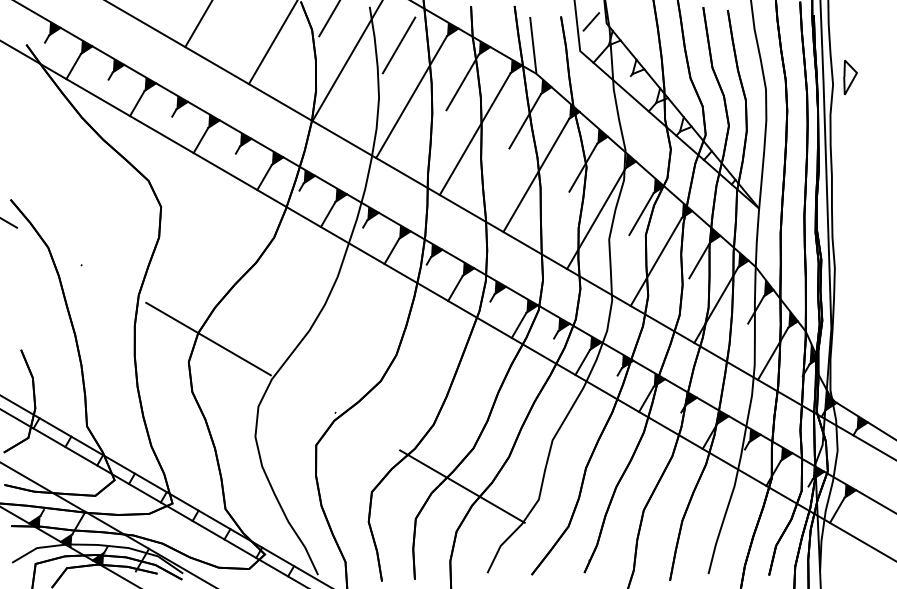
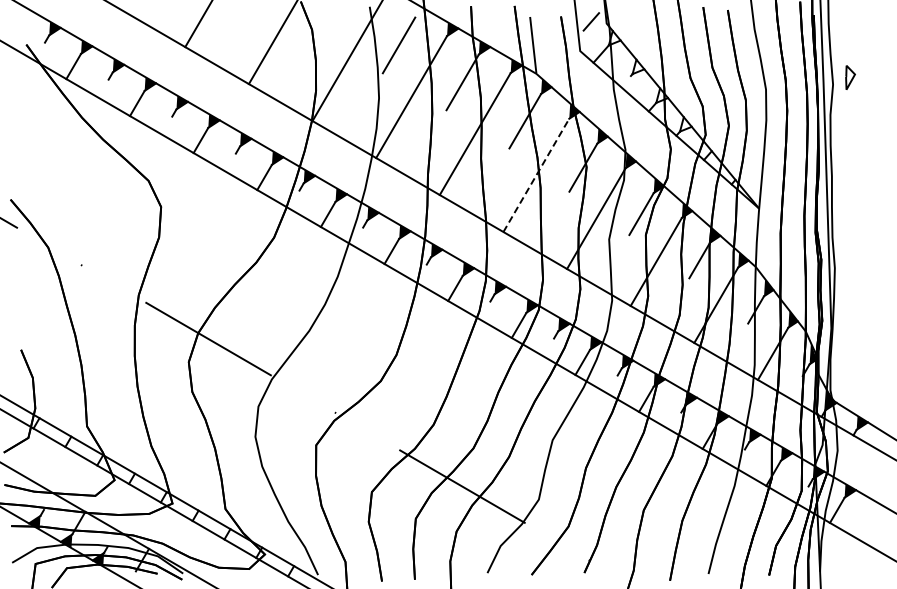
line at (328, 19): present -> none
part at (850, 77) size: 15x36 px -> 11x25 px
line at (536, 174): solid -> dashed
